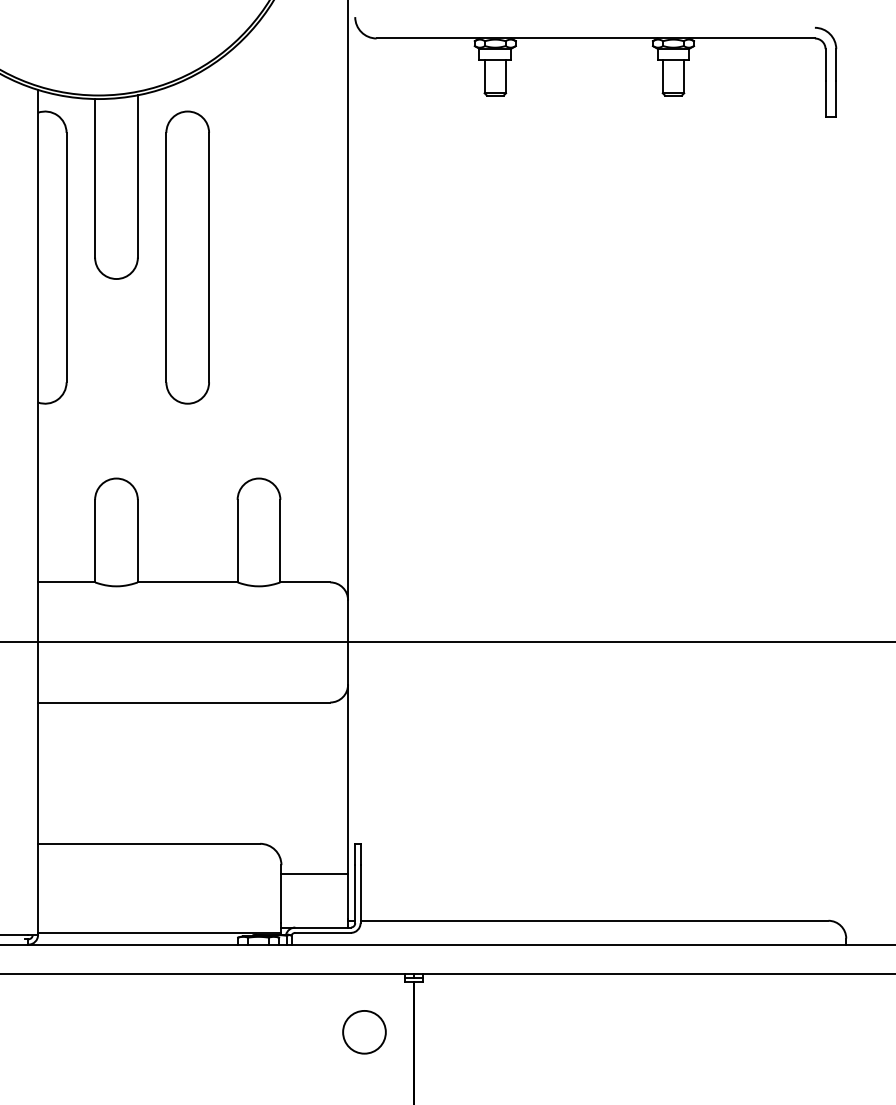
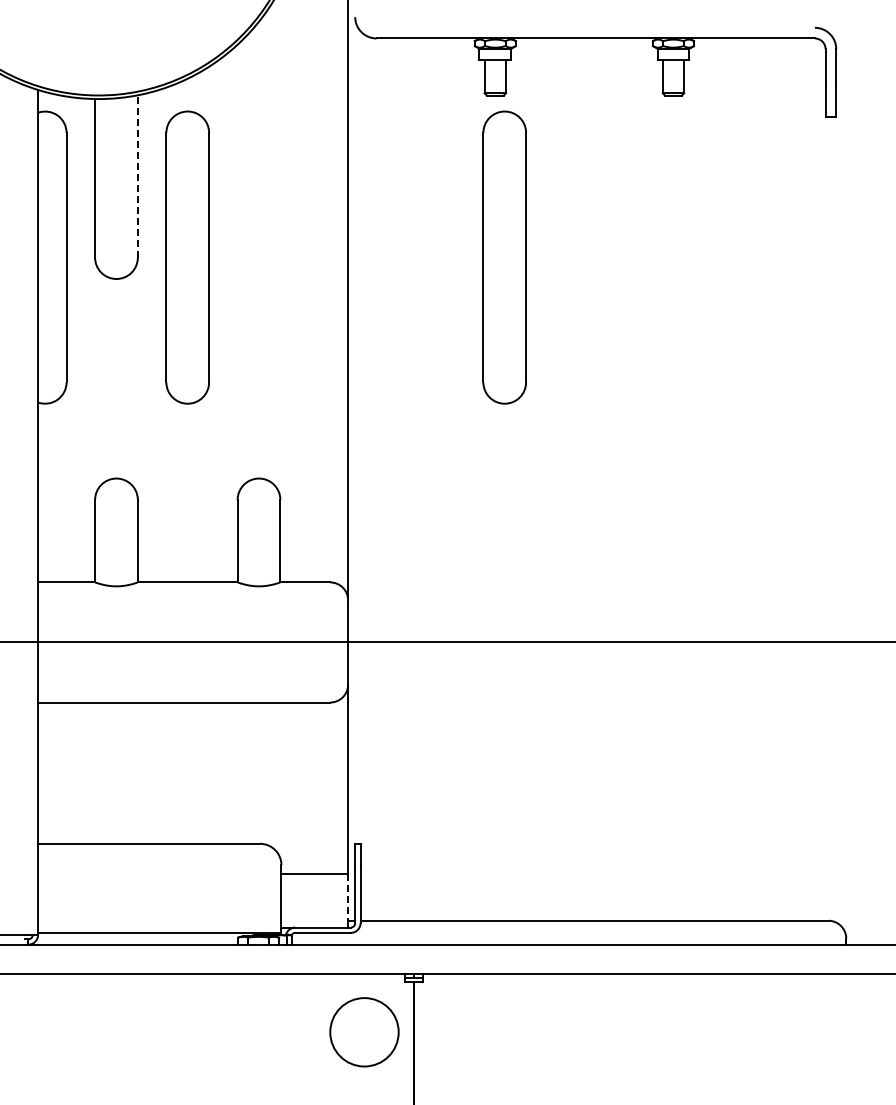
line at (137, 175): solid -> dashed
part at (504, 257): none -> present
line at (348, 897): solid -> dashed
circle at (364, 1031) diameter: 43 px -> 68 px
